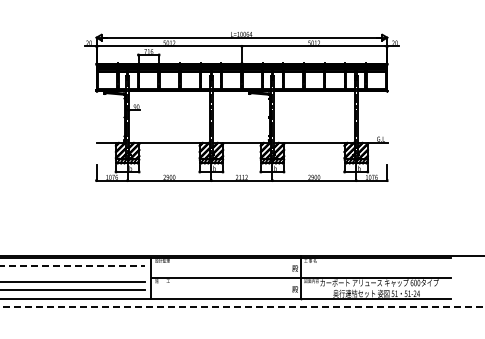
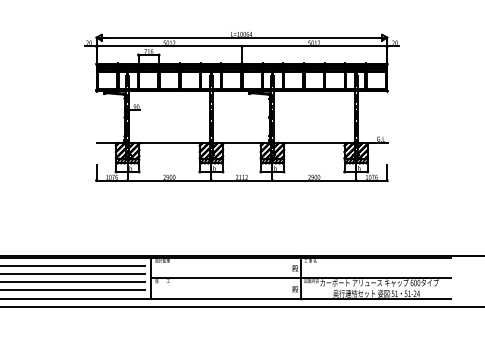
line at (73, 266): dashed -> solid
line at (73, 274): none -> present
line at (243, 307): dashed -> solid
